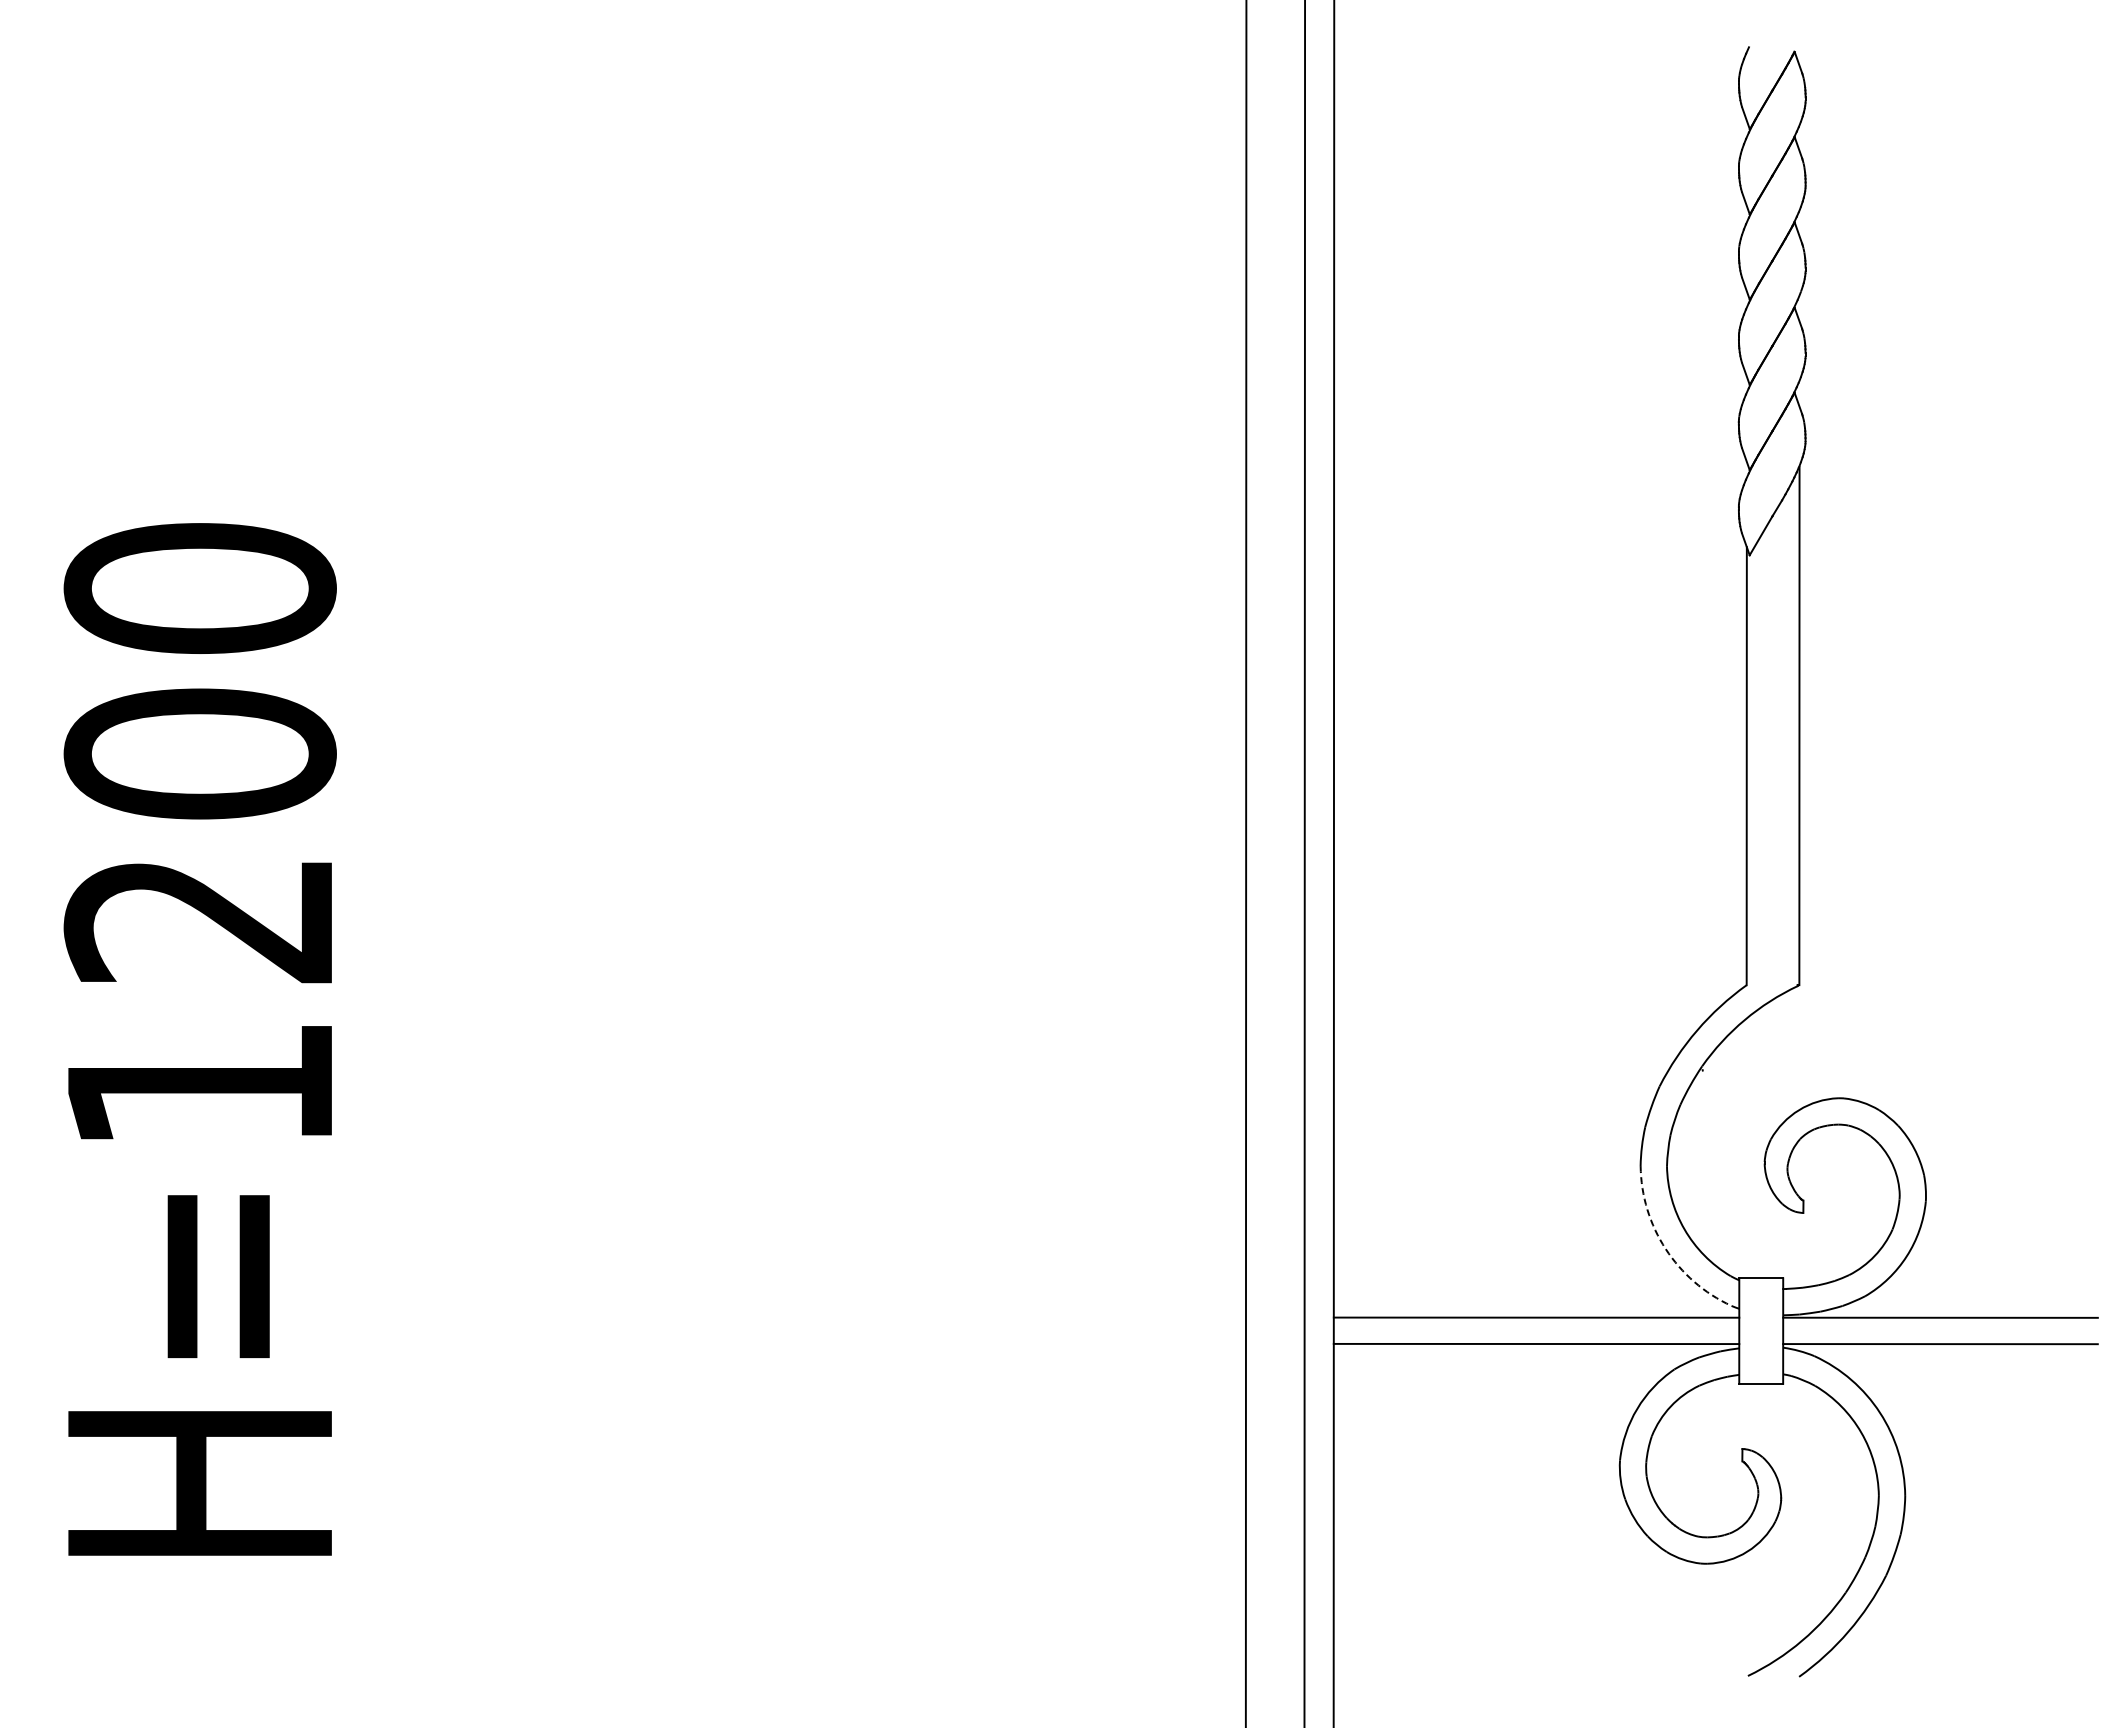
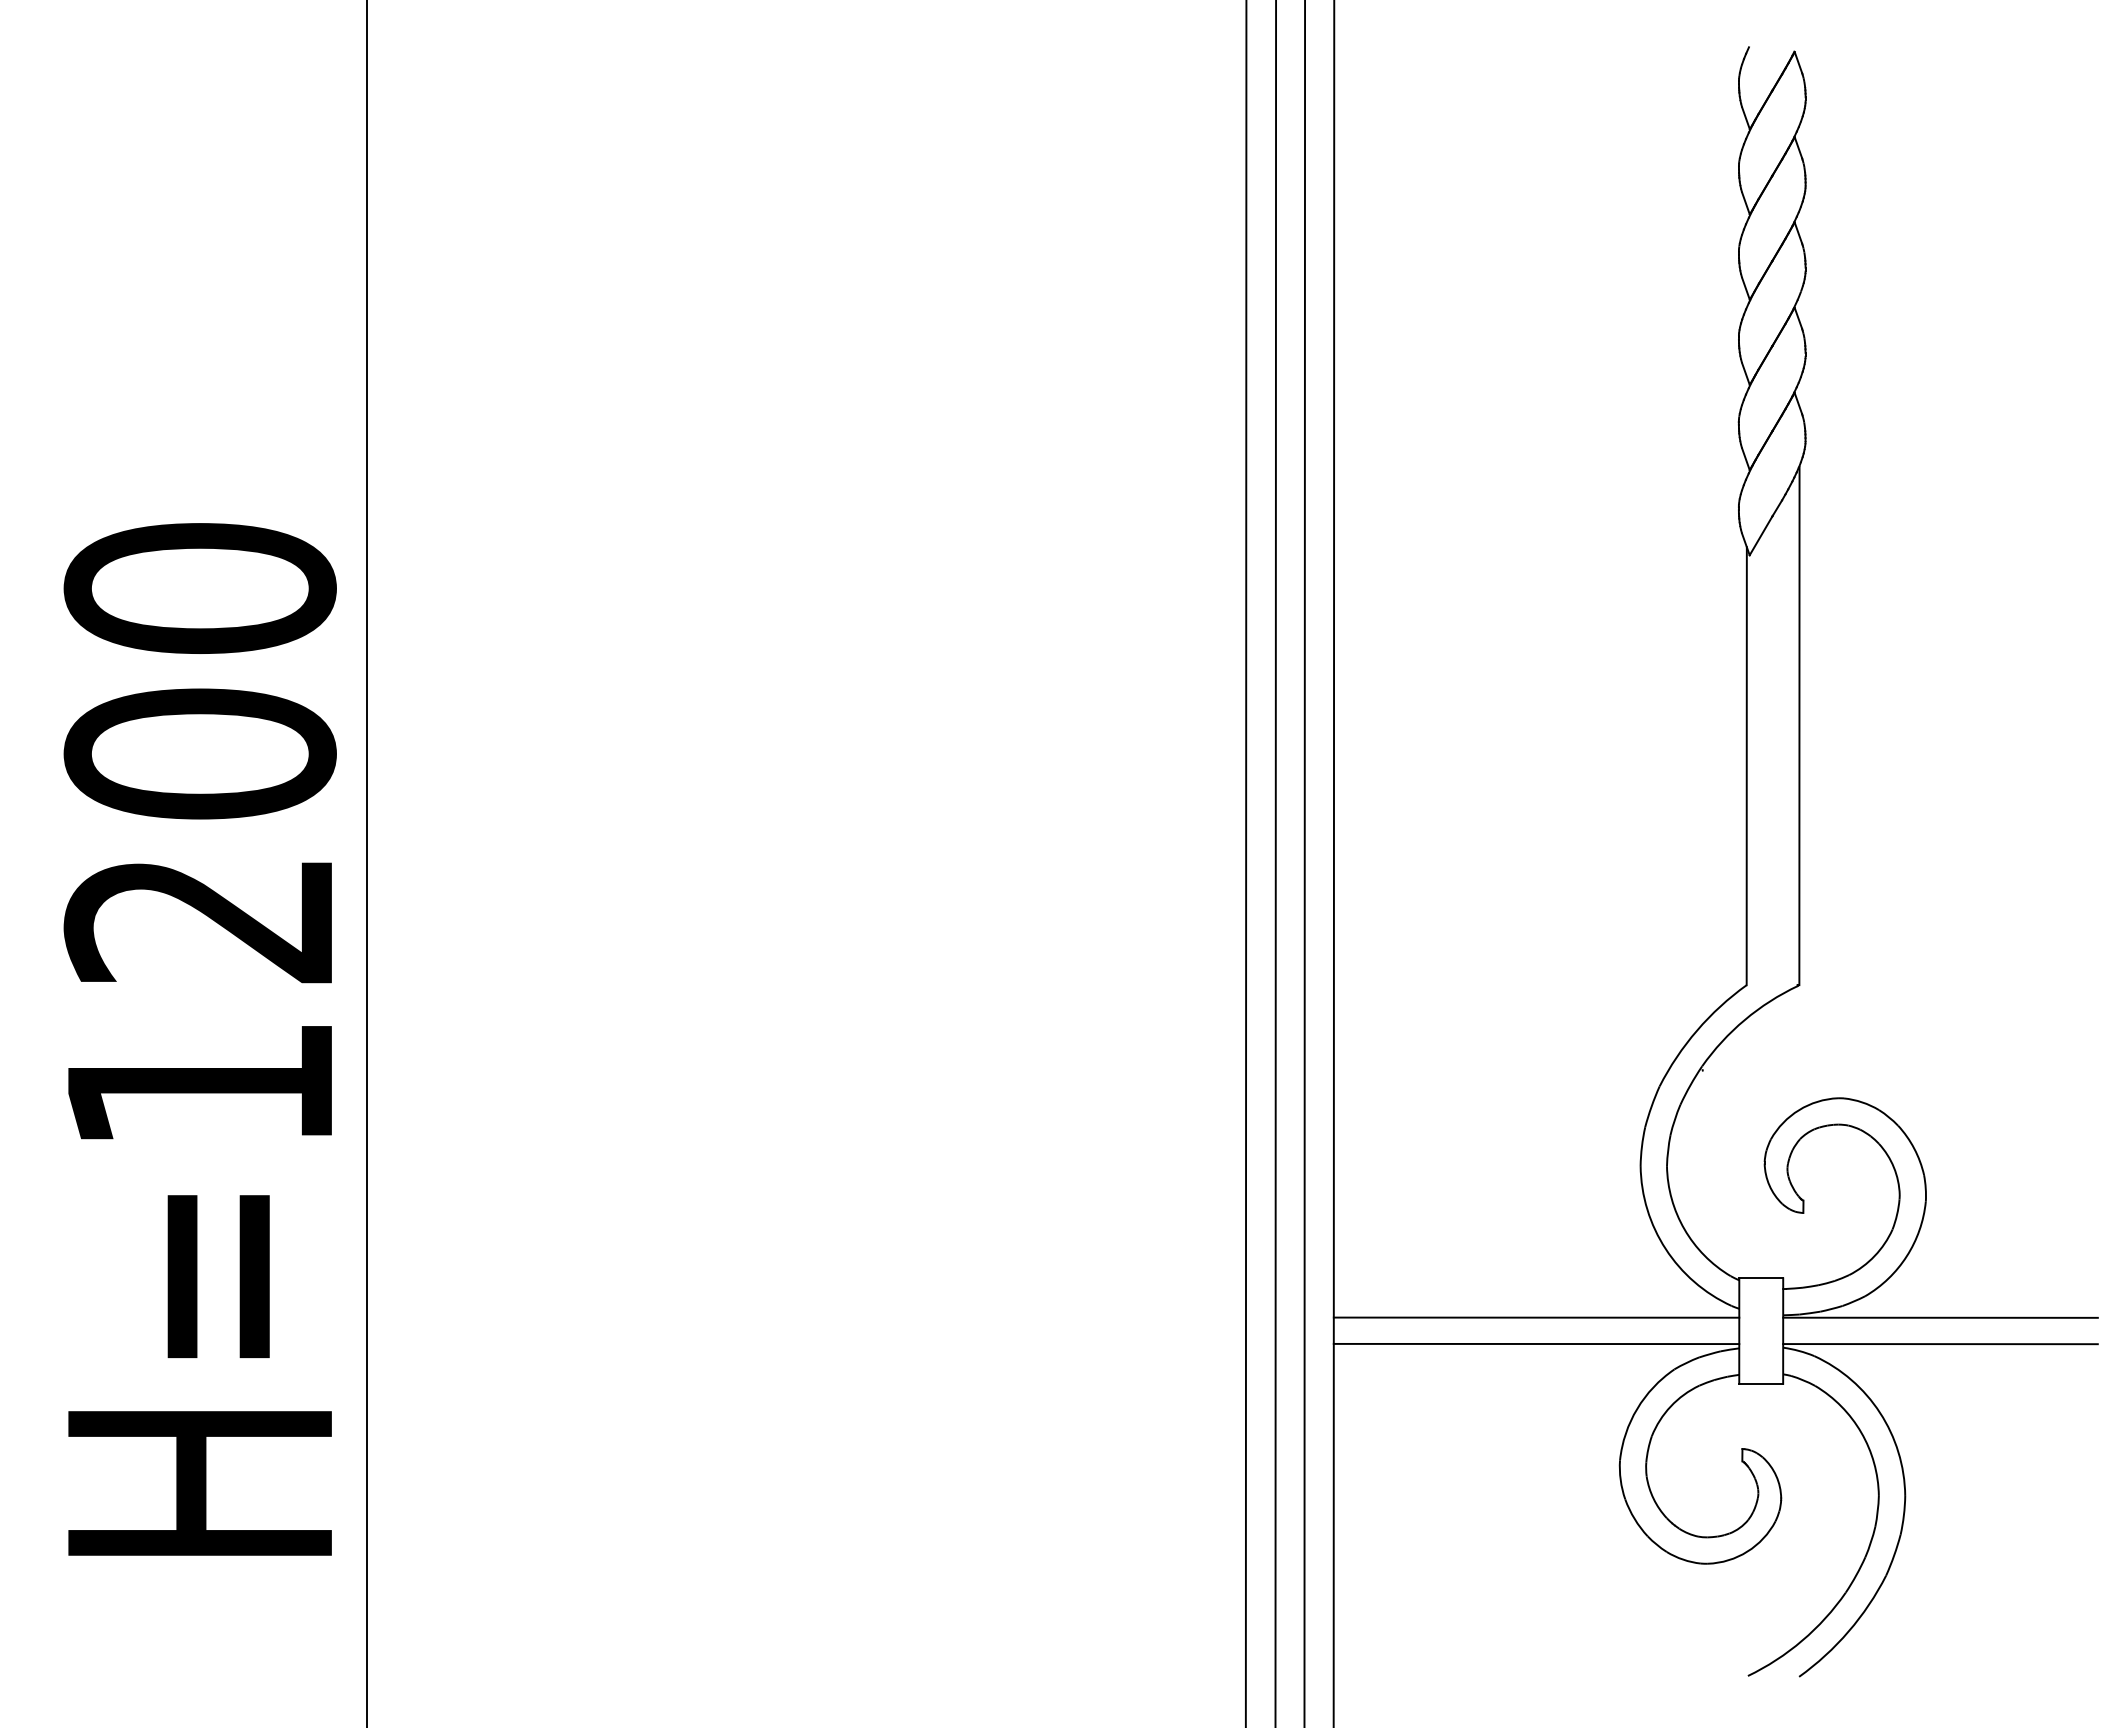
line at (367, 863): none -> present
line at (1275, 863): none -> present
arc at (1665, 1249): dashed -> solid
